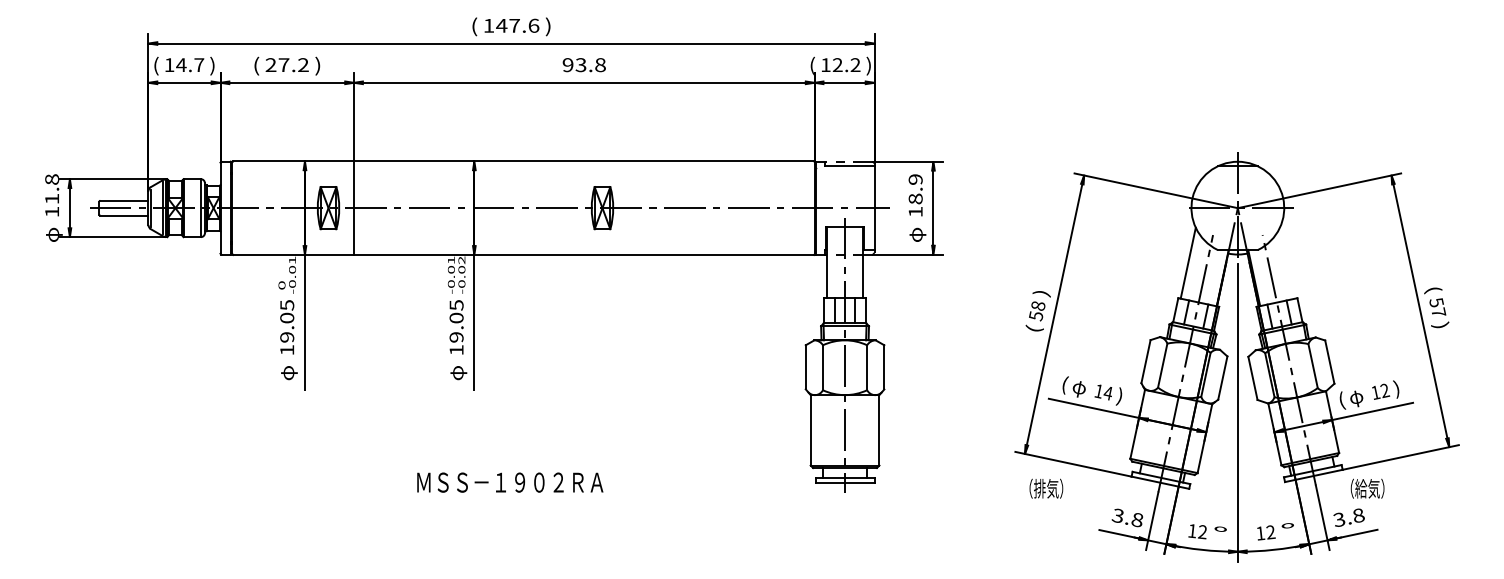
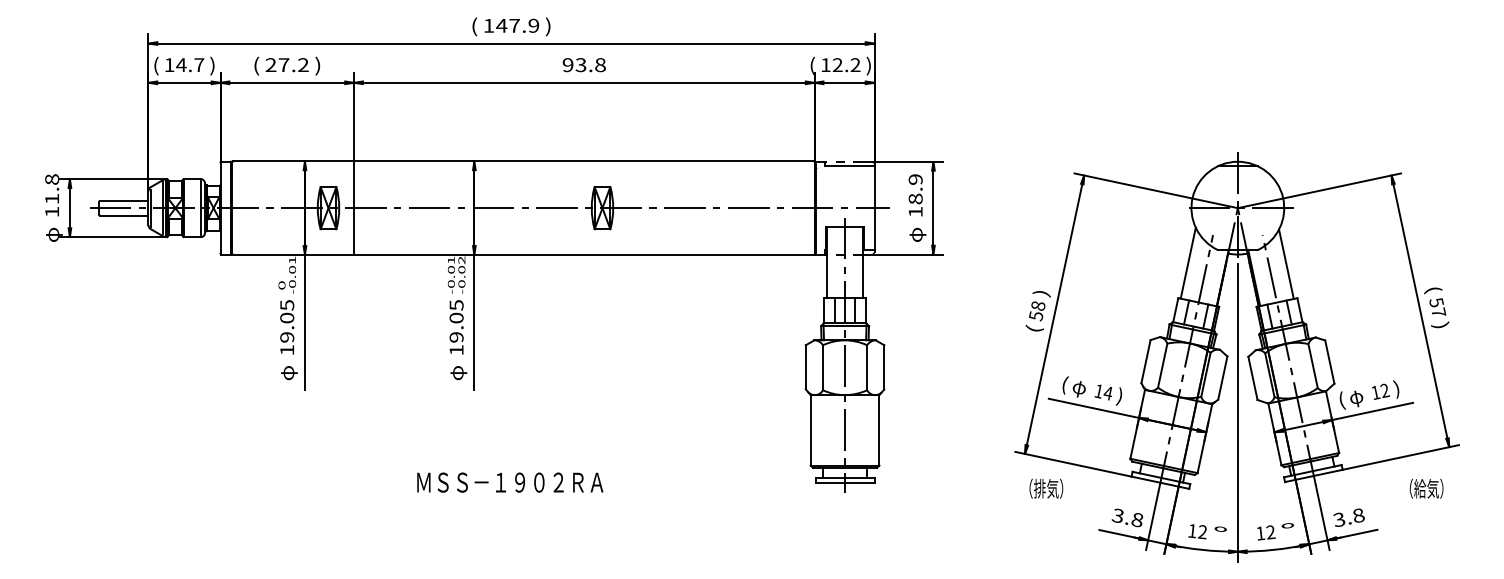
text at (533, 25): 147.6 -> 147.9
line at (1286, 263): none -> present
text at (1367, 488) position: (1367, 488) -> (1426, 488)
